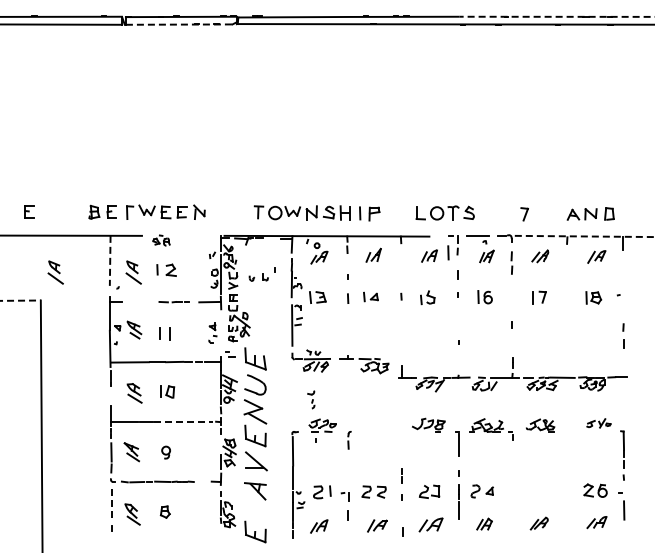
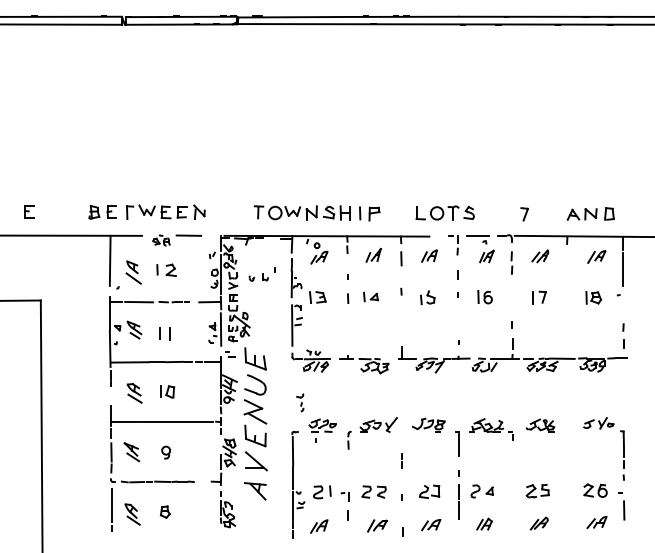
line at (556, 16): dashed -> solid
line at (181, 24): dashed -> solid
line at (188, 235): none -> present
line at (584, 236): dashed -> solid
line at (448, 252) position: (448, 252) -> (401, 258)
line at (110, 261): dashed -> solid
line at (623, 268): none -> present
part at (55, 272): present -> none
line at (401, 296) position: (401, 296) -> (401, 291)
line at (20, 300): dashed -> solid
line at (138, 301): none -> present
line at (220, 329): none -> present
part at (512, 374) position: (512, 374) -> (512, 355)
part at (311, 399) position: (311, 399) -> (300, 402)
line at (184, 421): dashed -> solid
part at (598, 423) size: 26x11 px -> 32x13 px
part at (378, 424): none -> present
line at (401, 474) position: (401, 474) -> (401, 459)
part at (537, 491): none -> present
line at (111, 506): dashed -> solid
part at (430, 524) size: 26x16 px -> 21x13 px
part at (255, 531): present -> none
